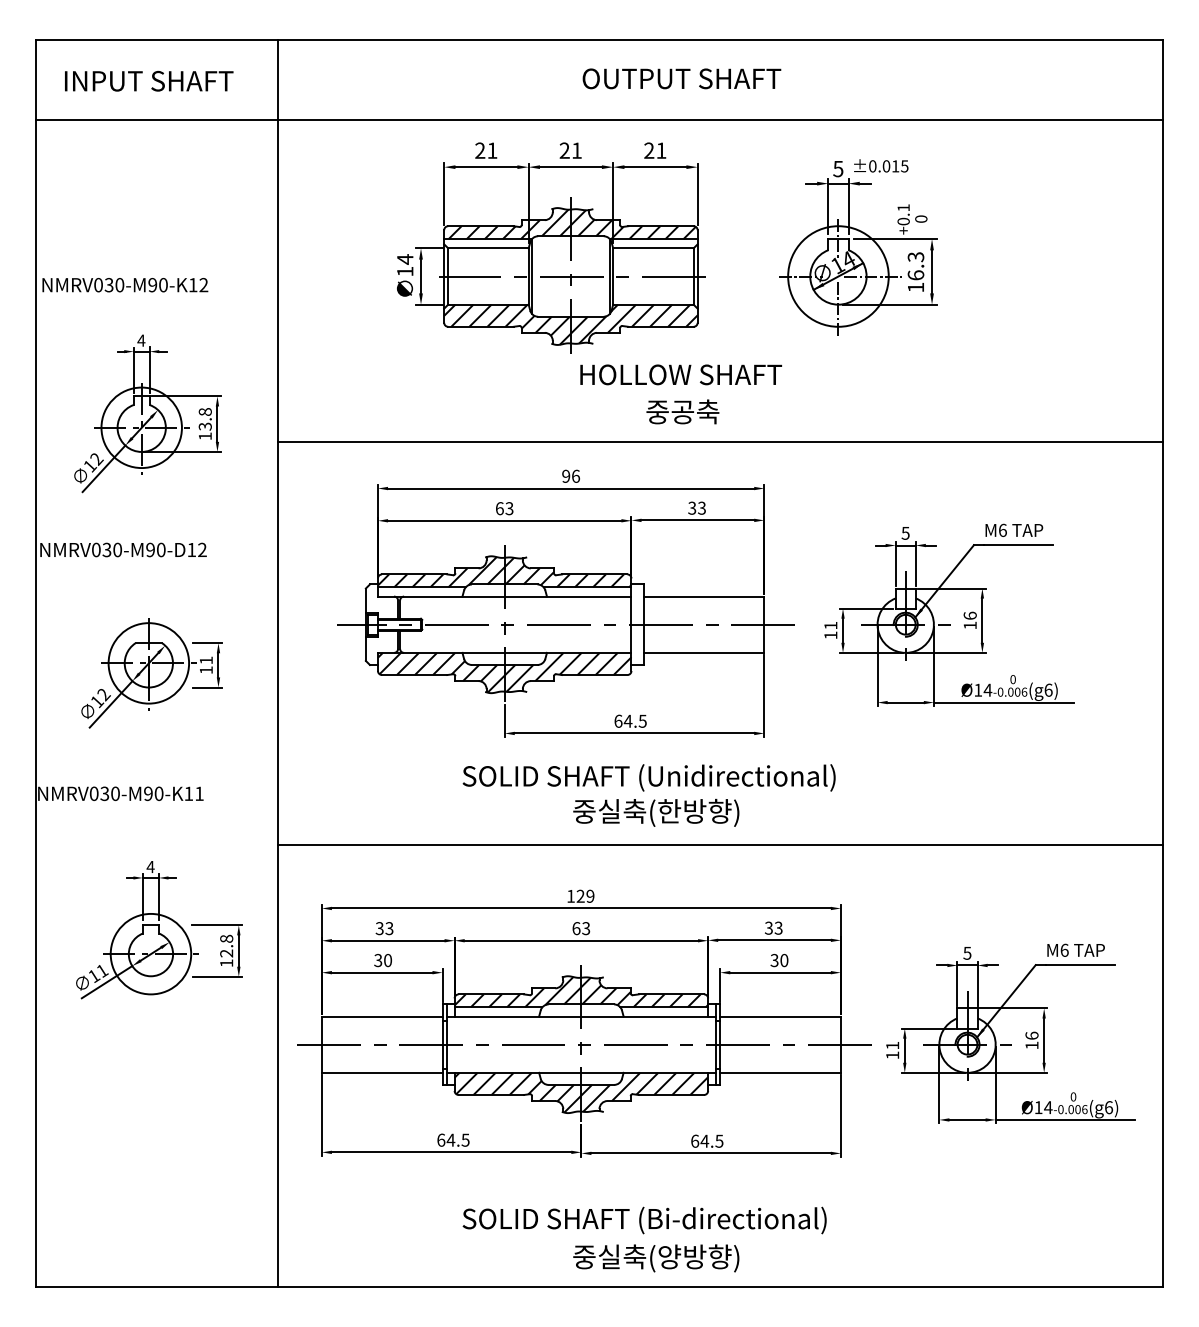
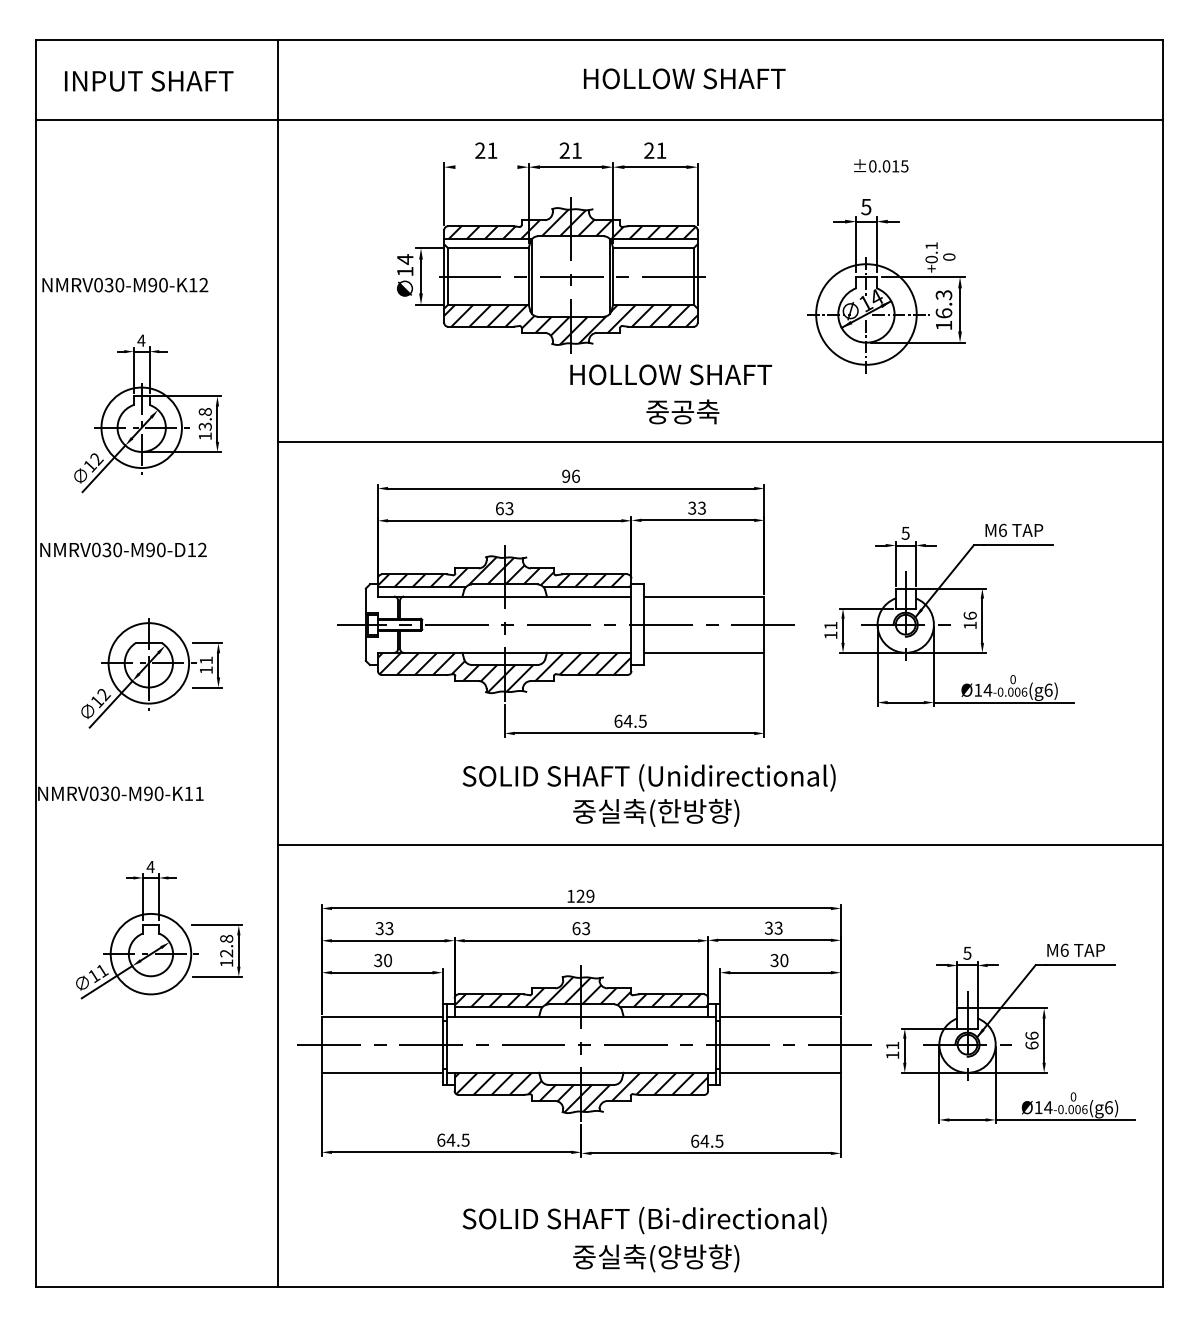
text at (683, 78): OUTPUT SHAFT -> HOLLOW SHAFT
line at (486, 167): present -> none
part at (858, 248) position: (858, 248) -> (886, 286)
text at (680, 374) position: (680, 374) -> (670, 374)
text at (1031, 1045): 16 -> 66
